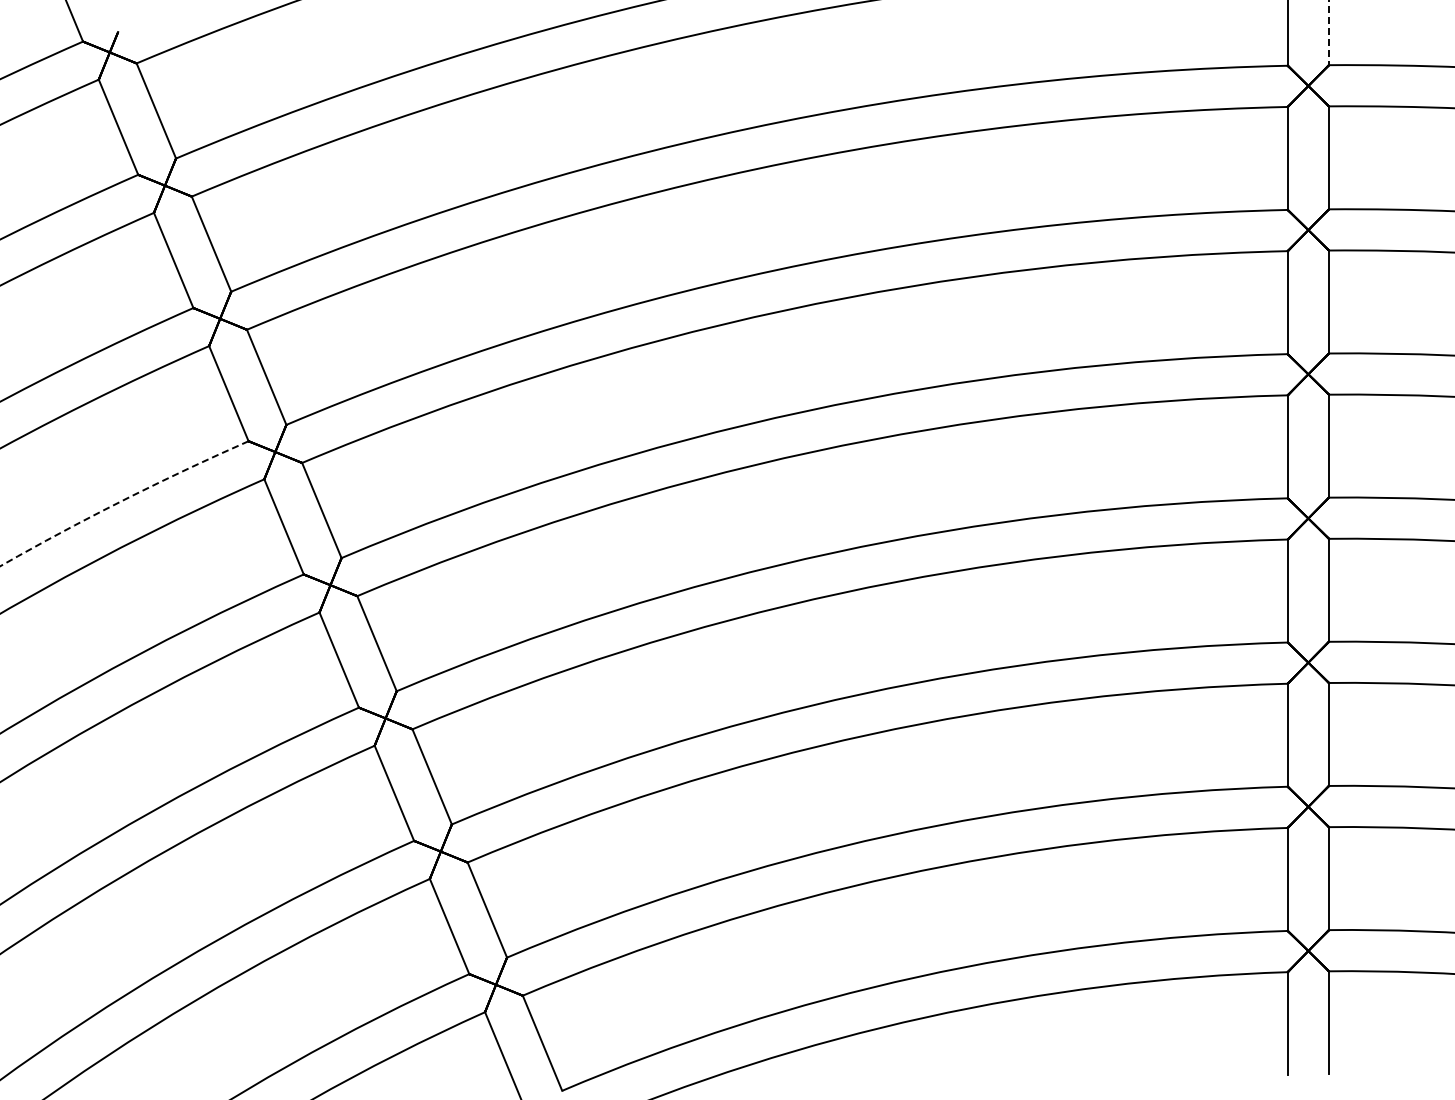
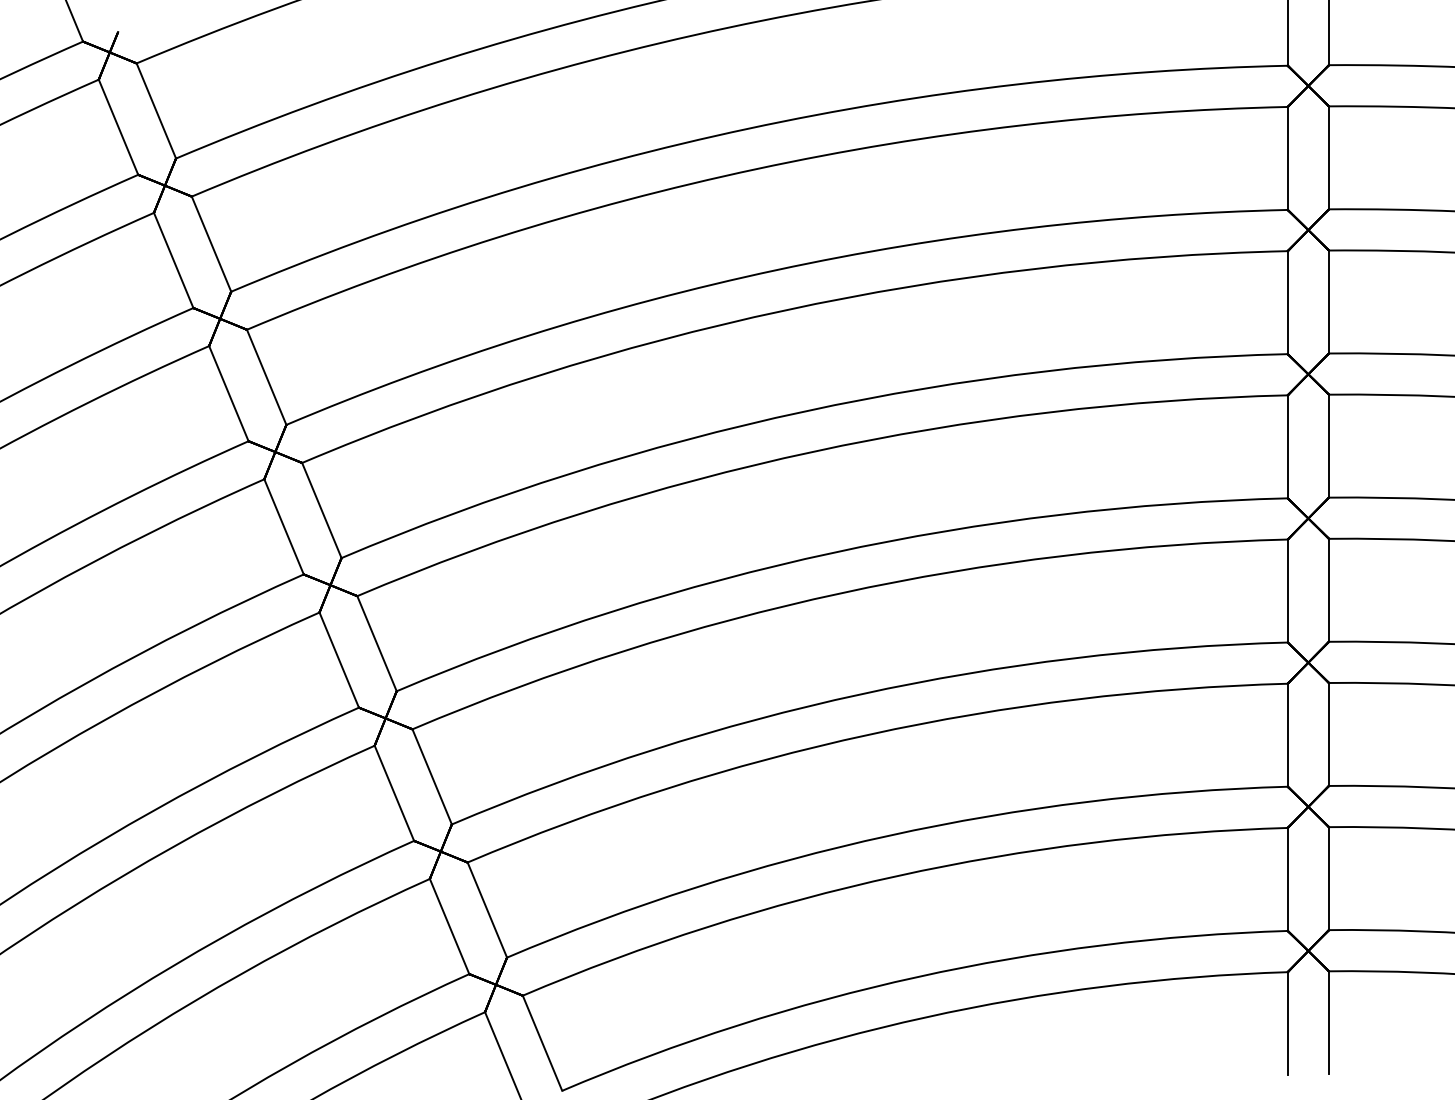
line at (1328, 33): dashed -> solid
arc at (122, 500): dashed -> solid
